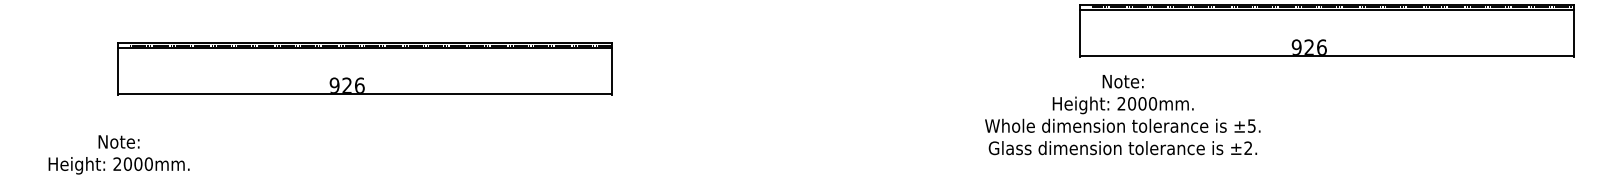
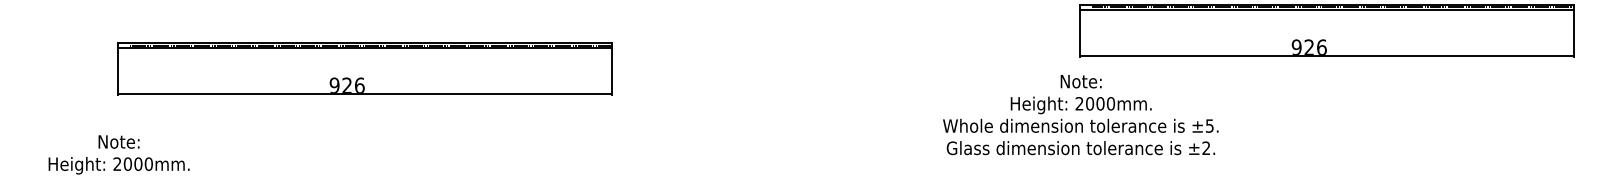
text at (1122, 115) position: (1122, 115) -> (1080, 115)
